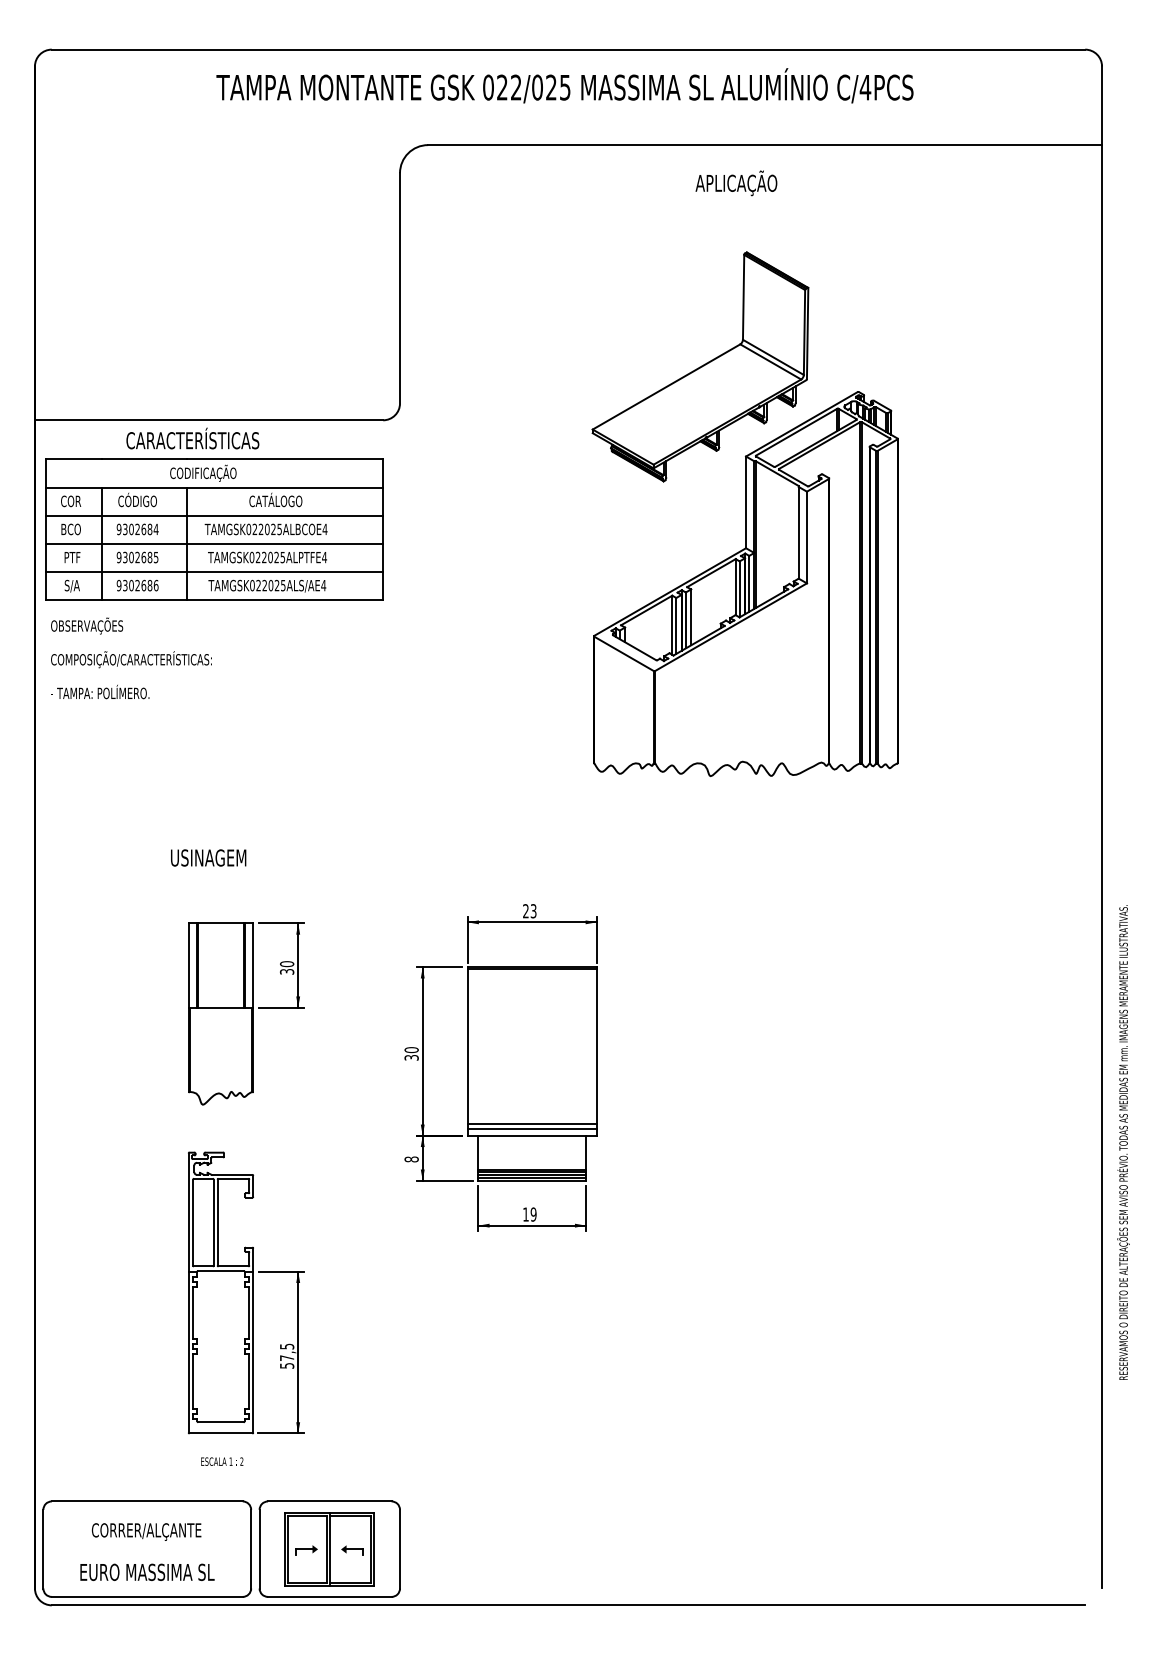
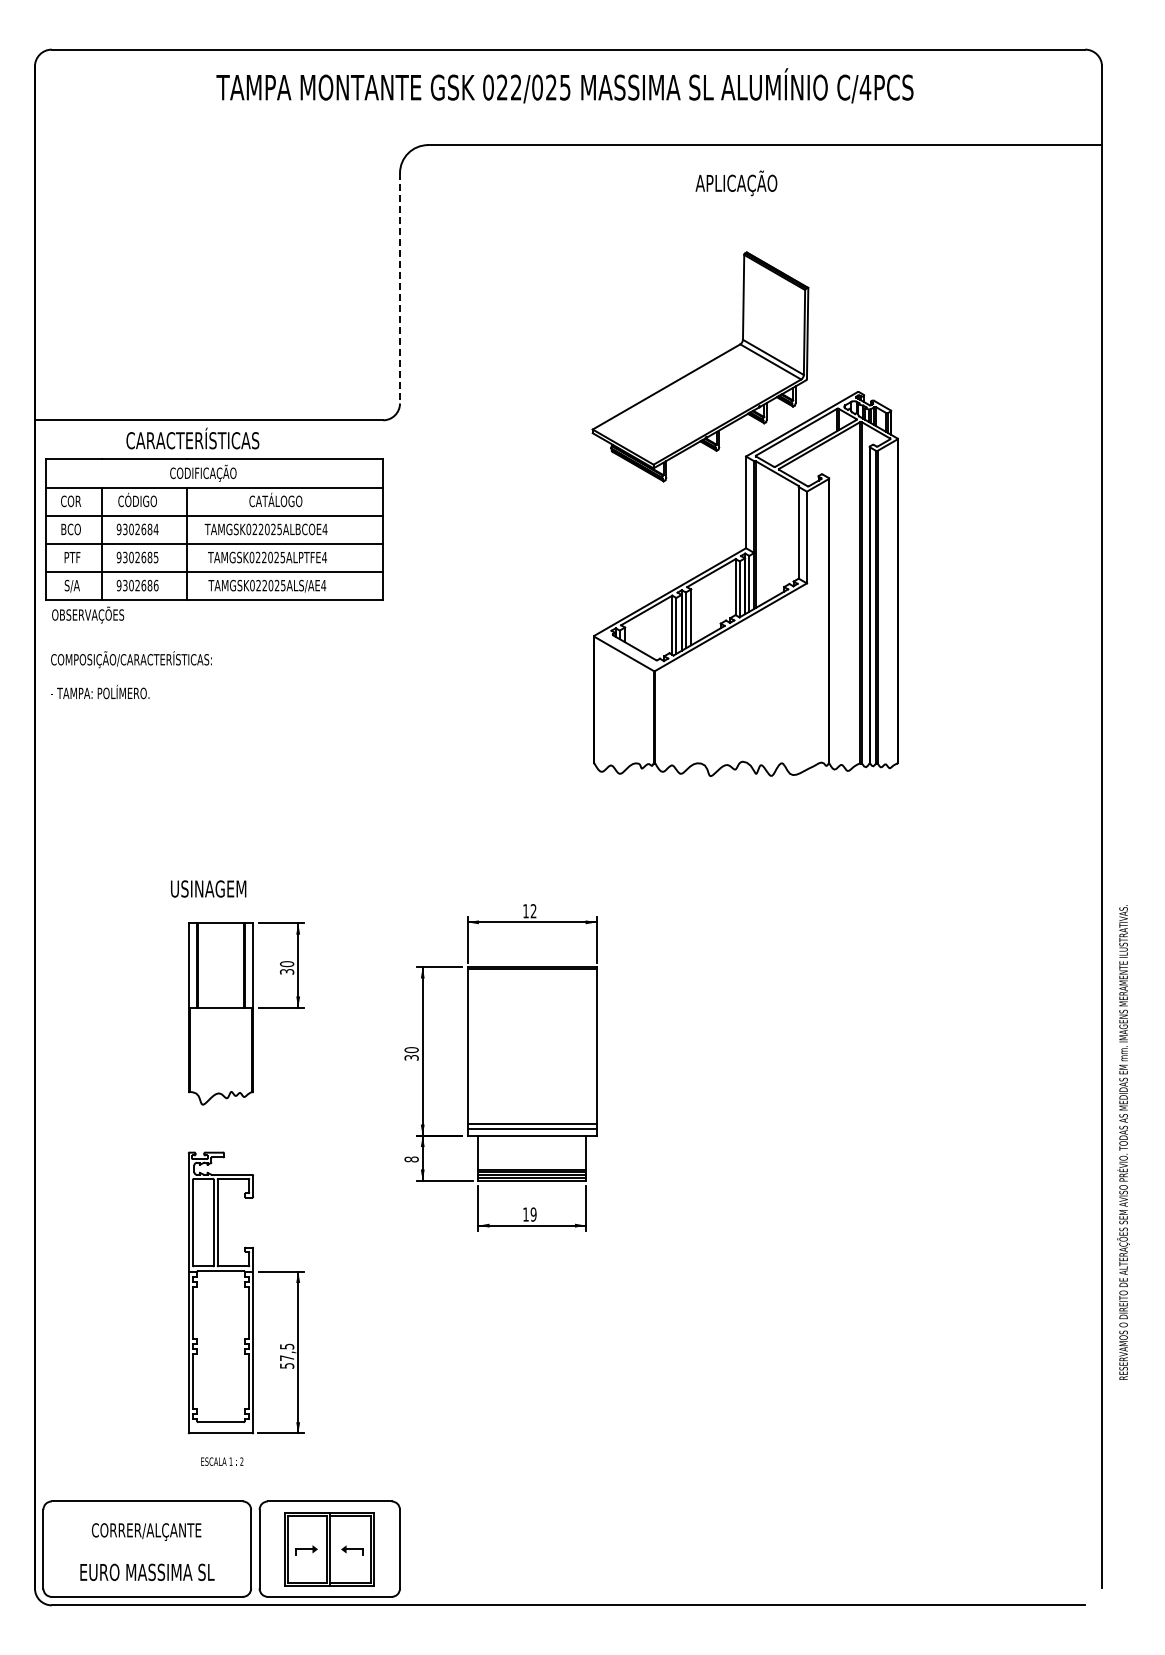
line at (400, 288): solid -> dashed
text at (87, 625) position: (87, 625) -> (88, 614)
text at (208, 857) position: (208, 857) -> (208, 888)
text at (529, 911): 23 -> 12
